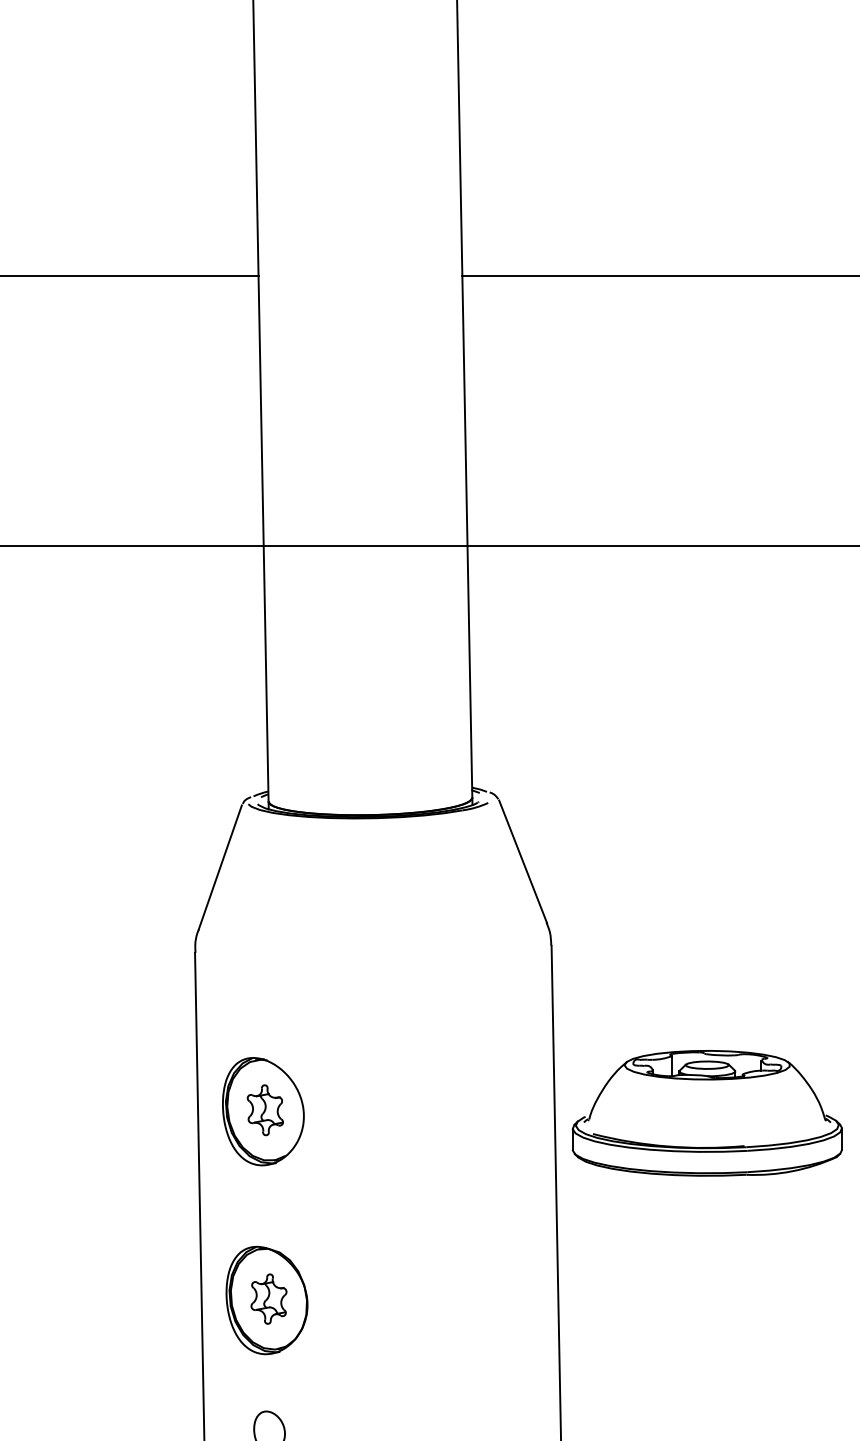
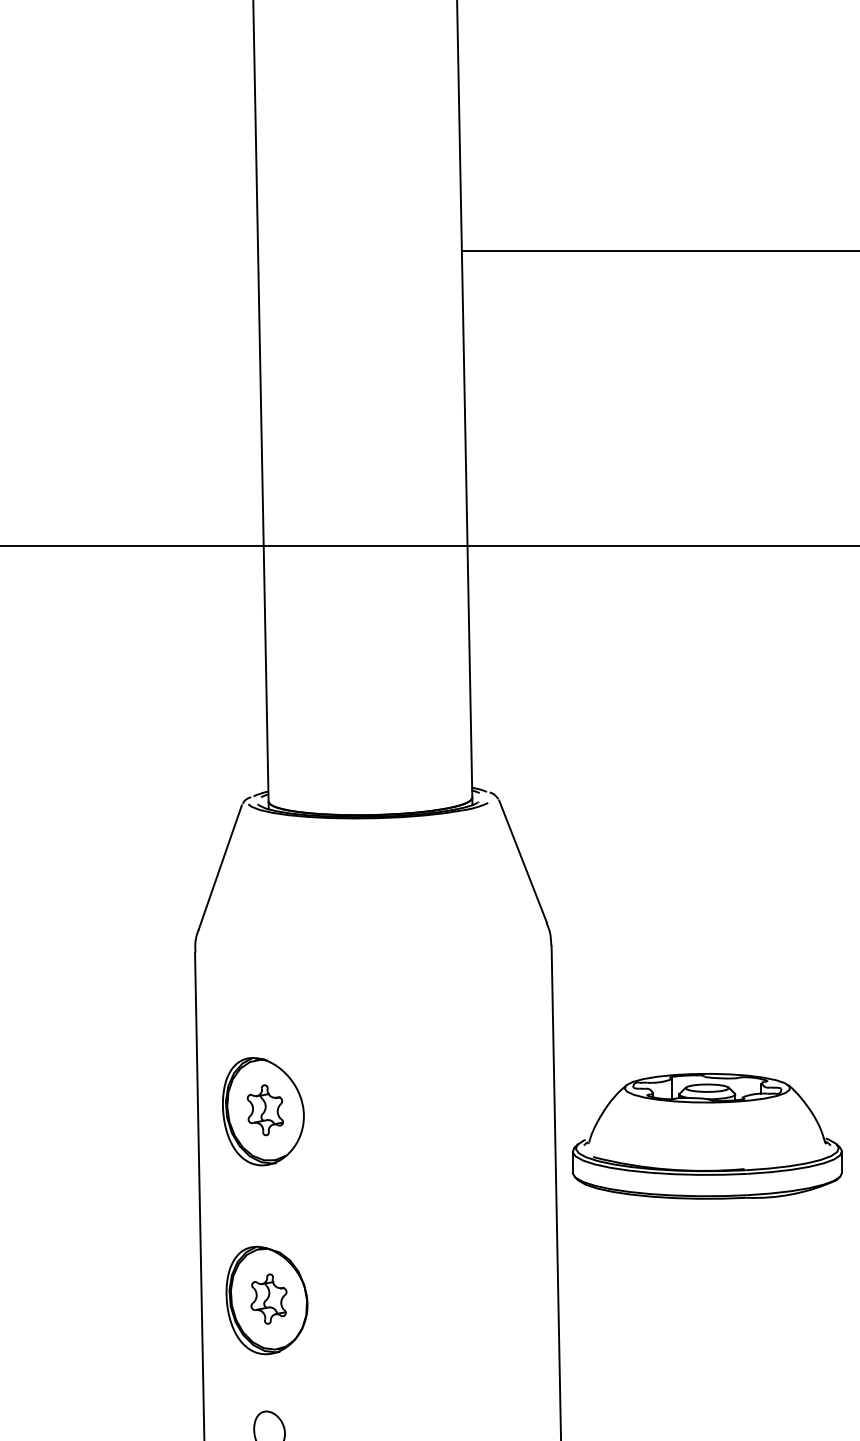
line at (130, 276): present -> none
line at (659, 276) position: (659, 276) -> (659, 251)
part at (706, 1113) position: (706, 1113) -> (706, 1136)
